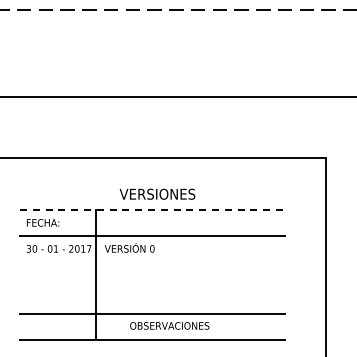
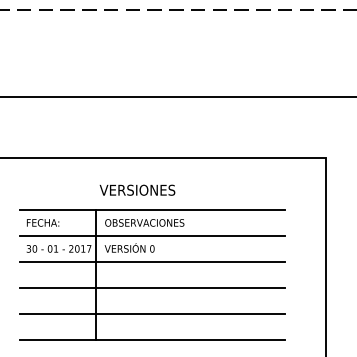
text at (157, 193) position: (157, 193) -> (137, 189)
line at (152, 210): dashed -> solid
line at (152, 262): none -> present
line at (152, 288): none -> present
text at (169, 325) position: (169, 325) -> (144, 222)
